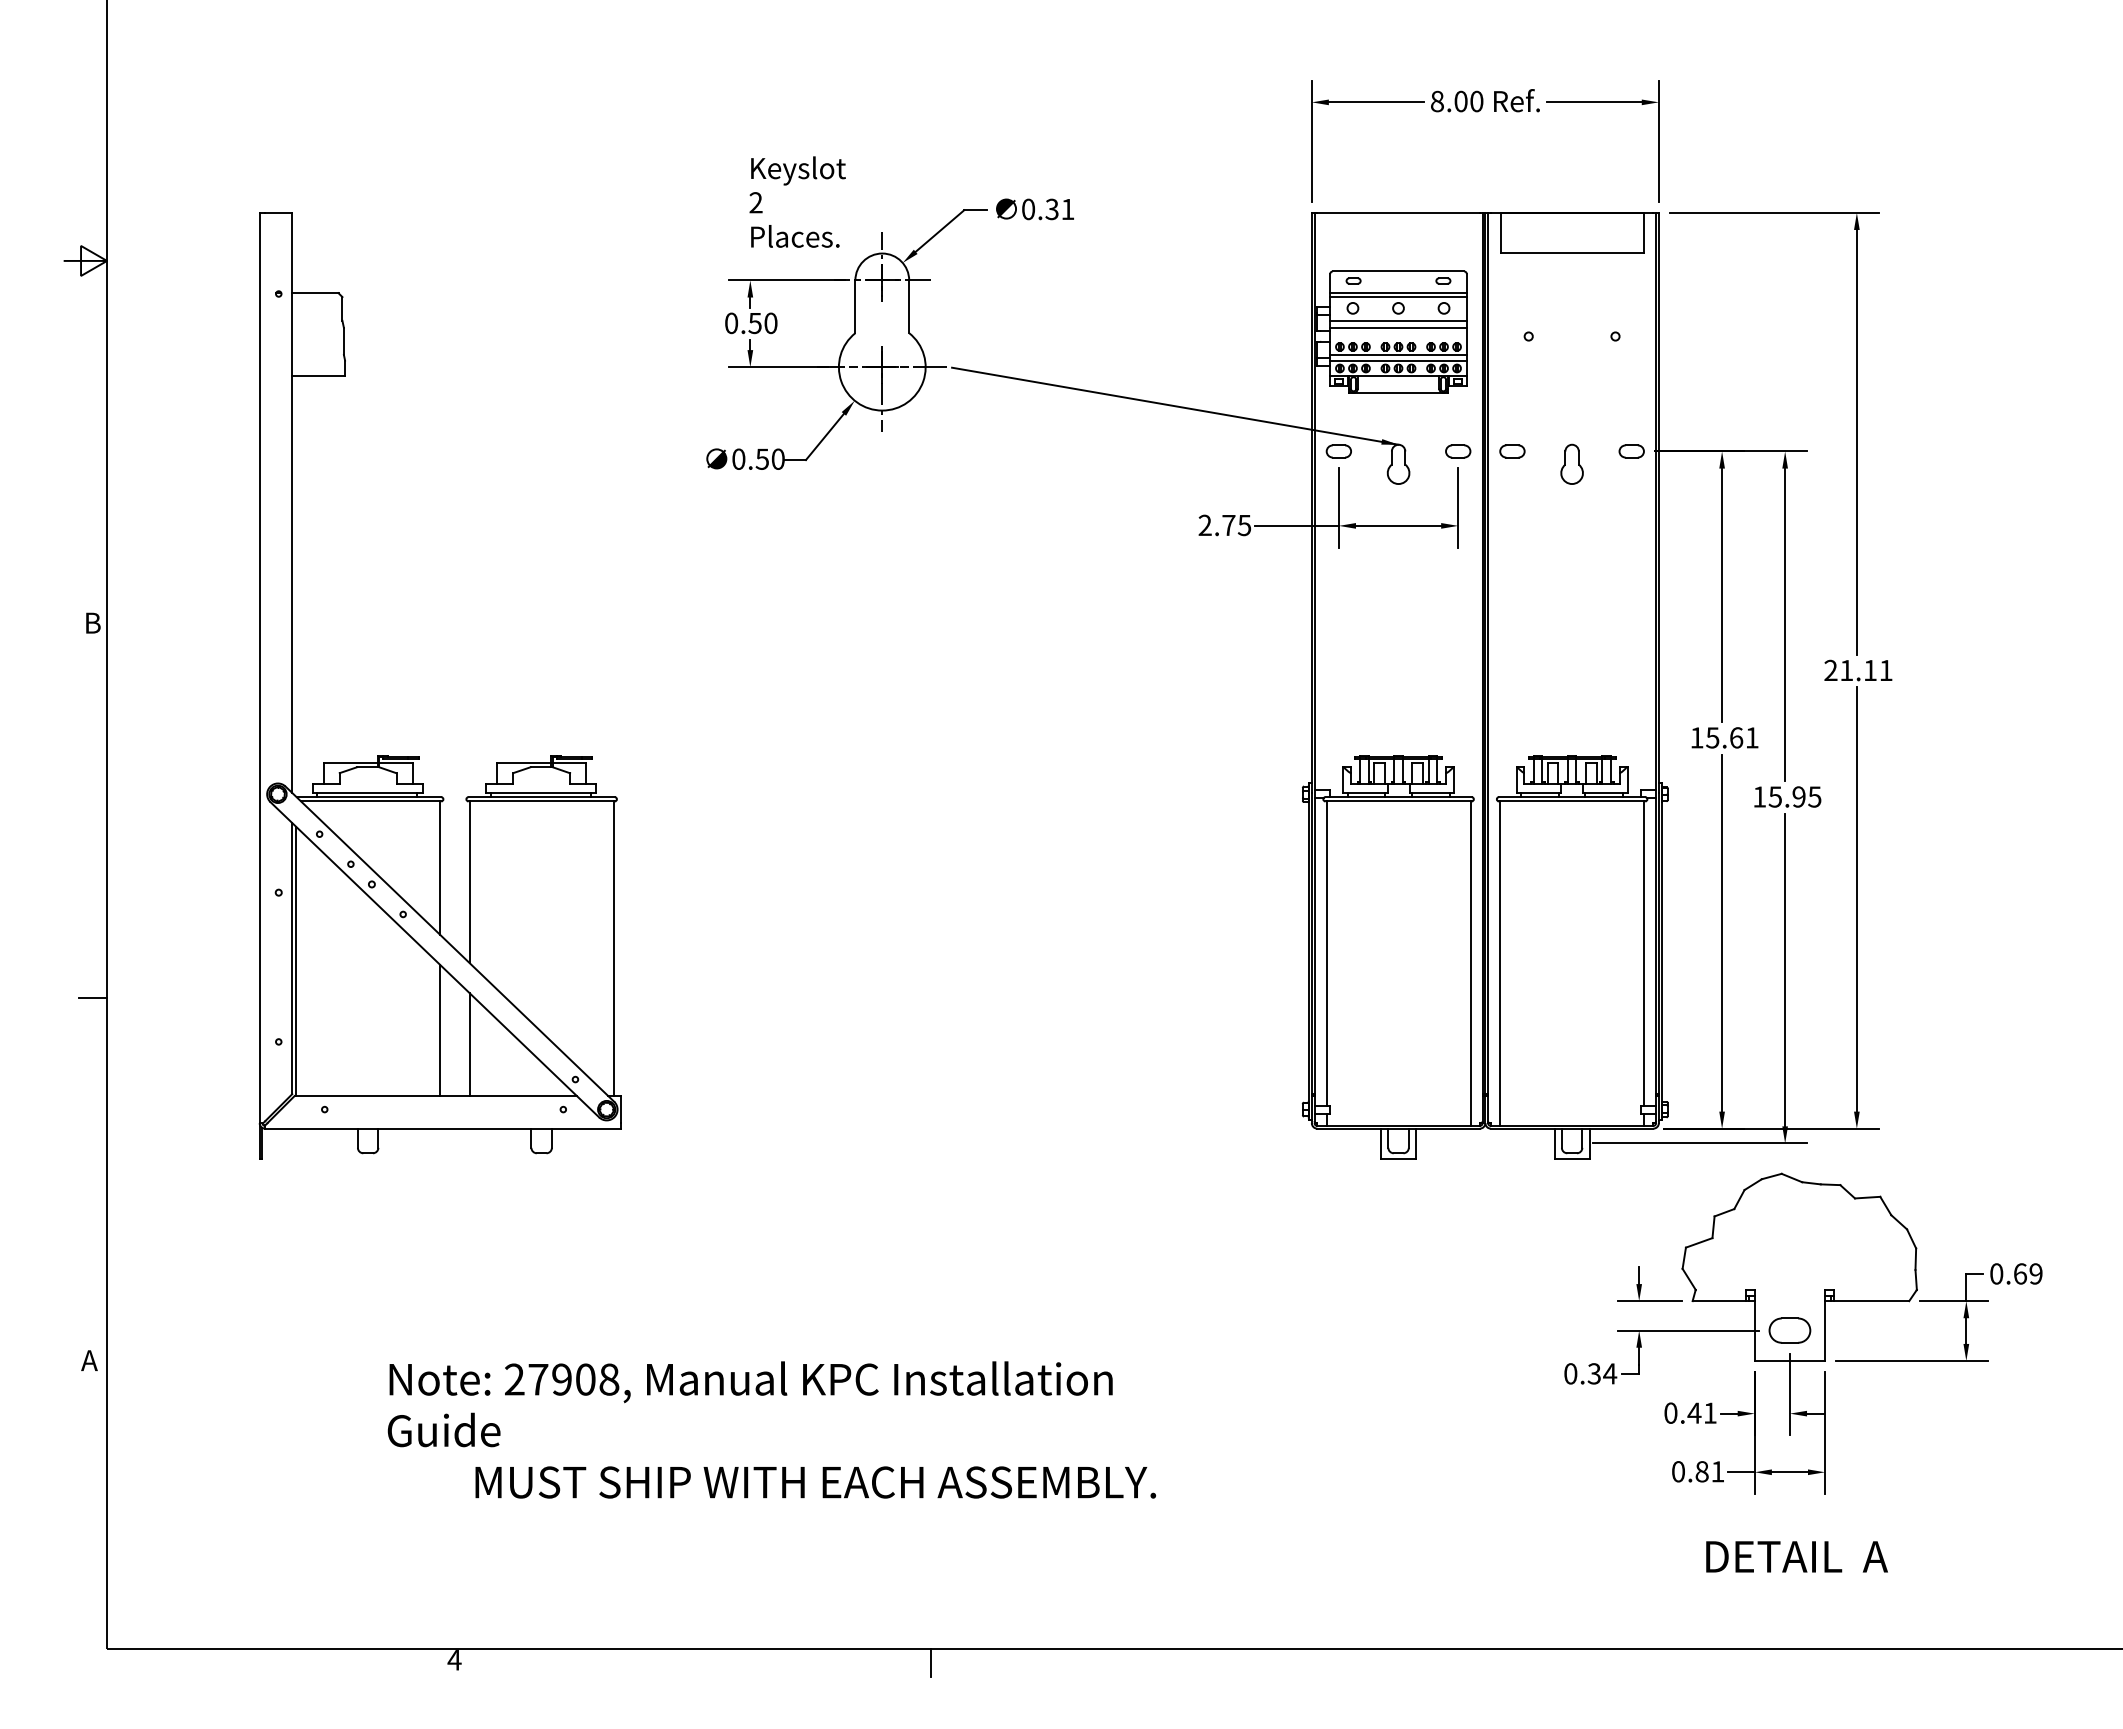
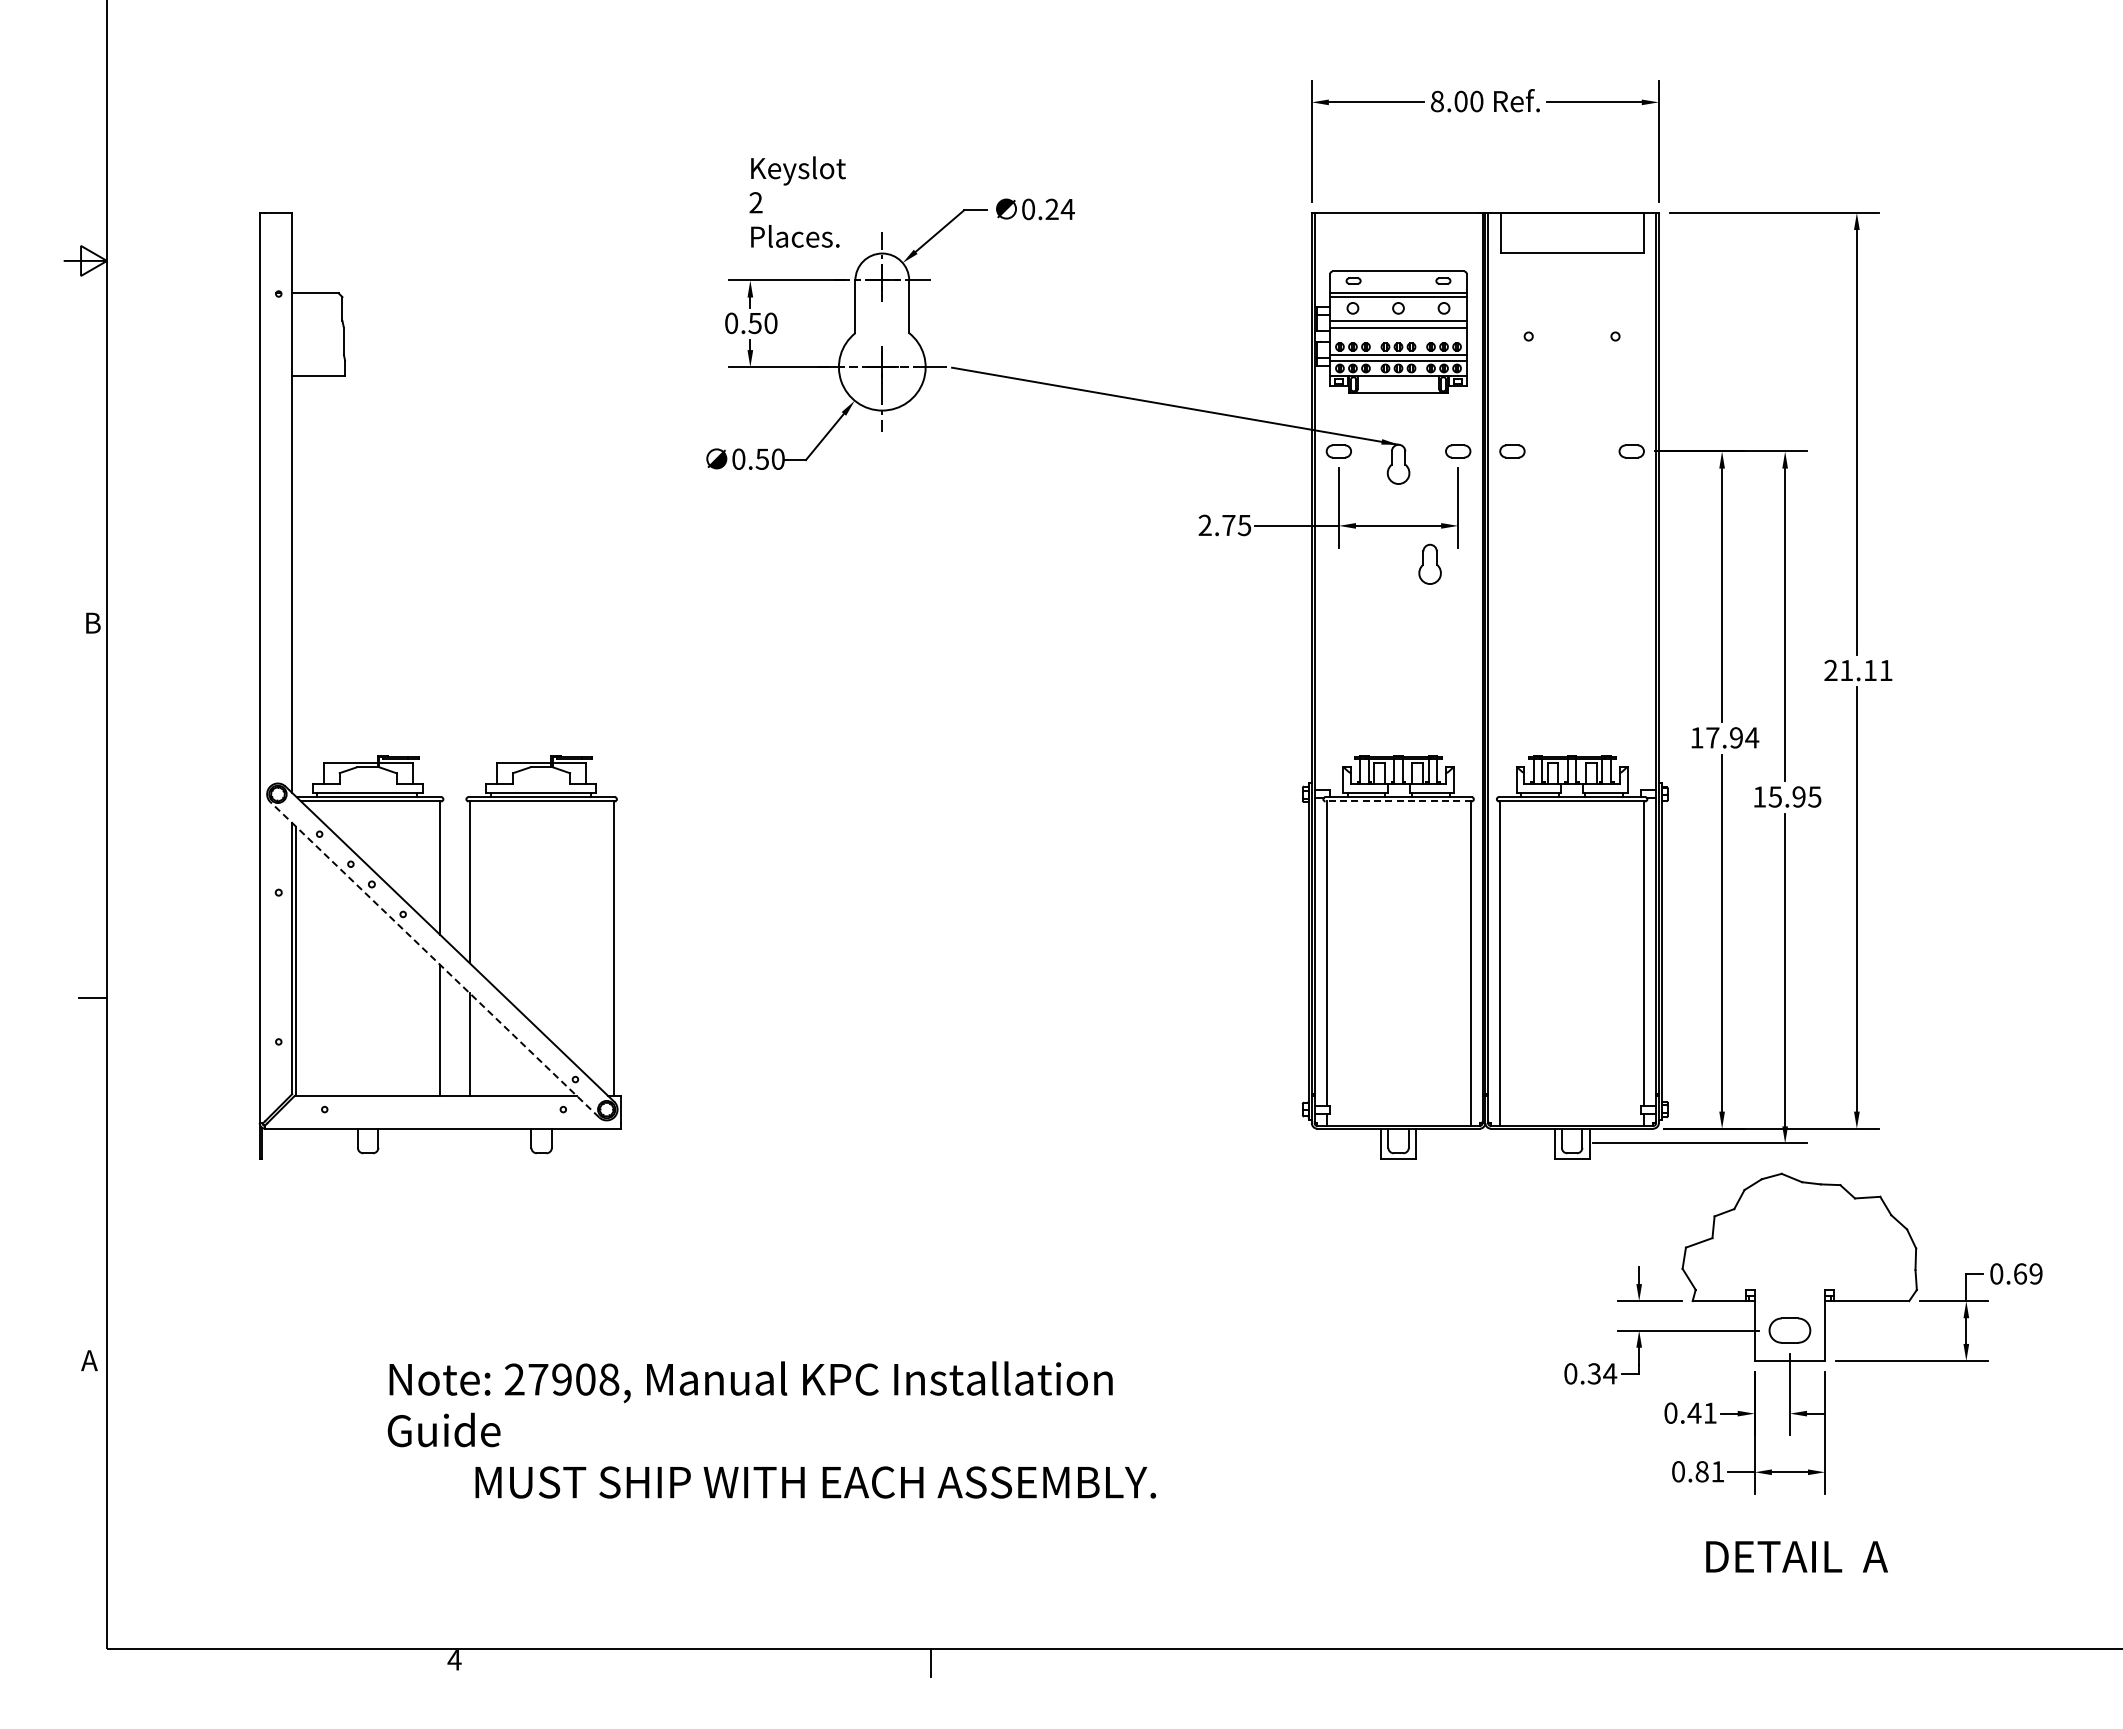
text at (1059, 209): 0.31 -> 0.24
part at (1571, 463) position: (1571, 463) -> (1429, 563)
text at (1732, 737): 15.61 -> 17.94
line at (1398, 801): solid -> dashed
line at (434, 959): solid -> dashed
